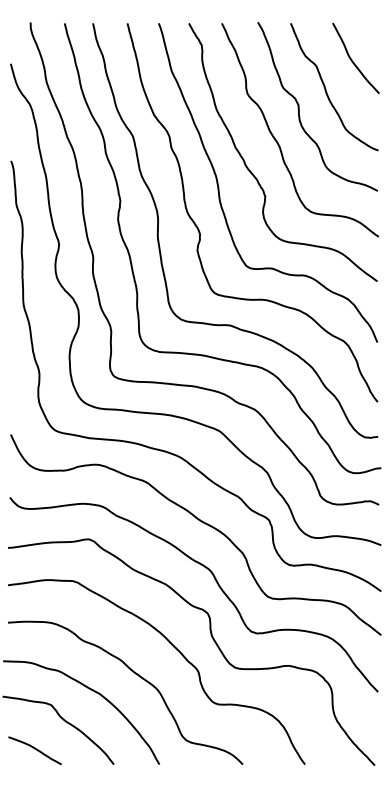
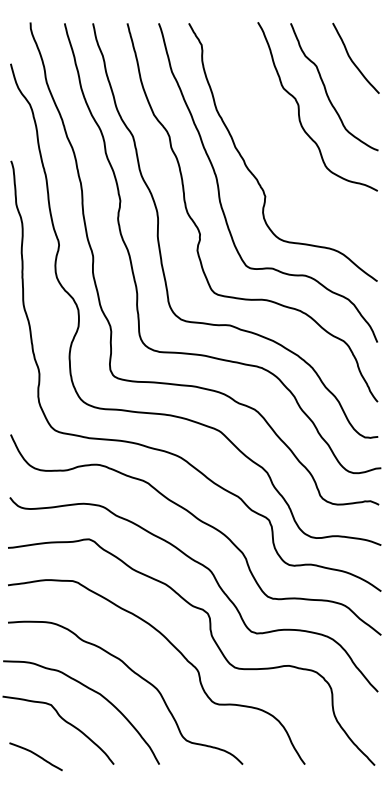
curve at (278, 142): present -> none
curve at (34, 749) position: (34, 749) -> (35, 755)
